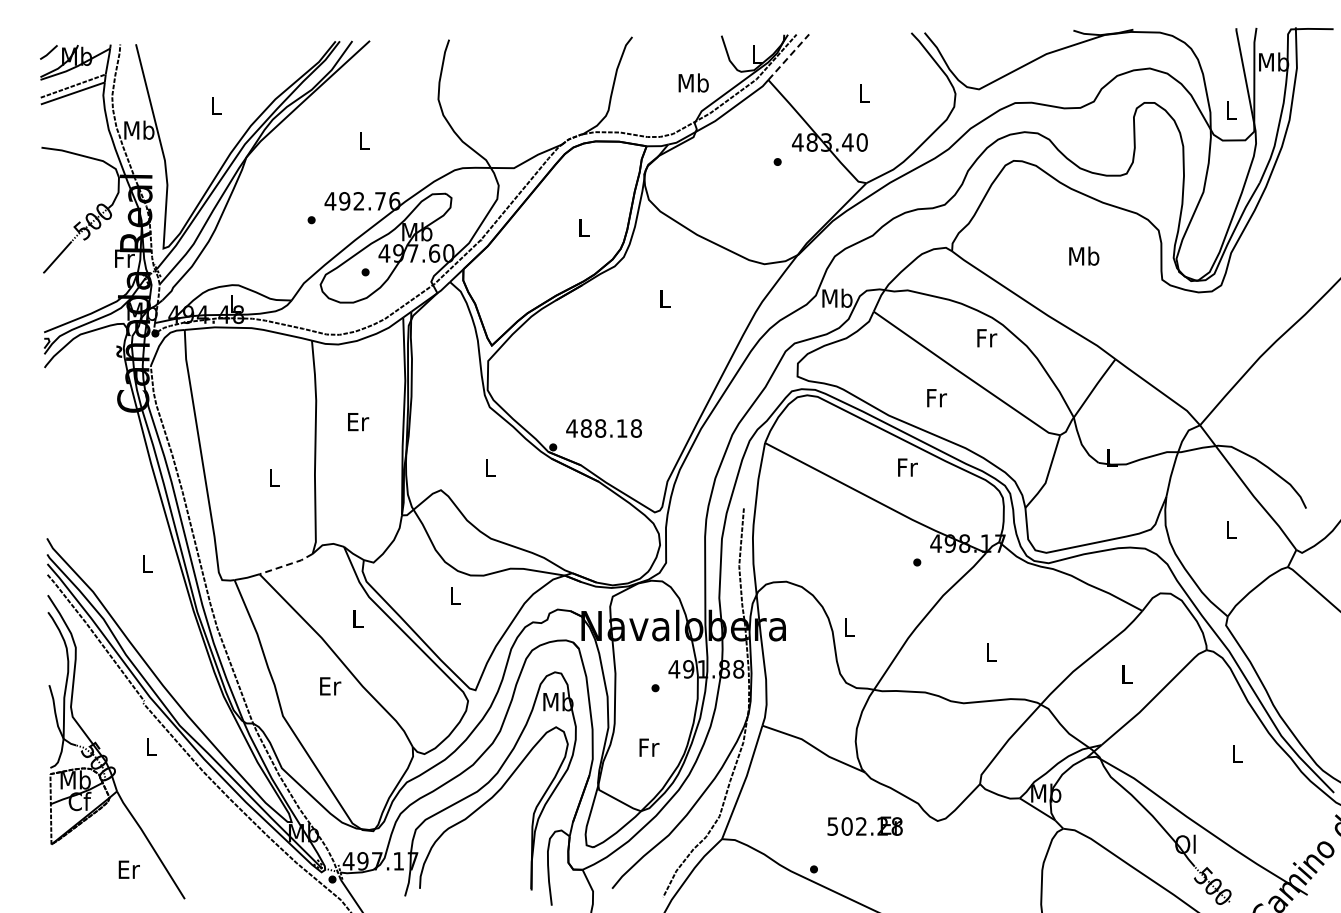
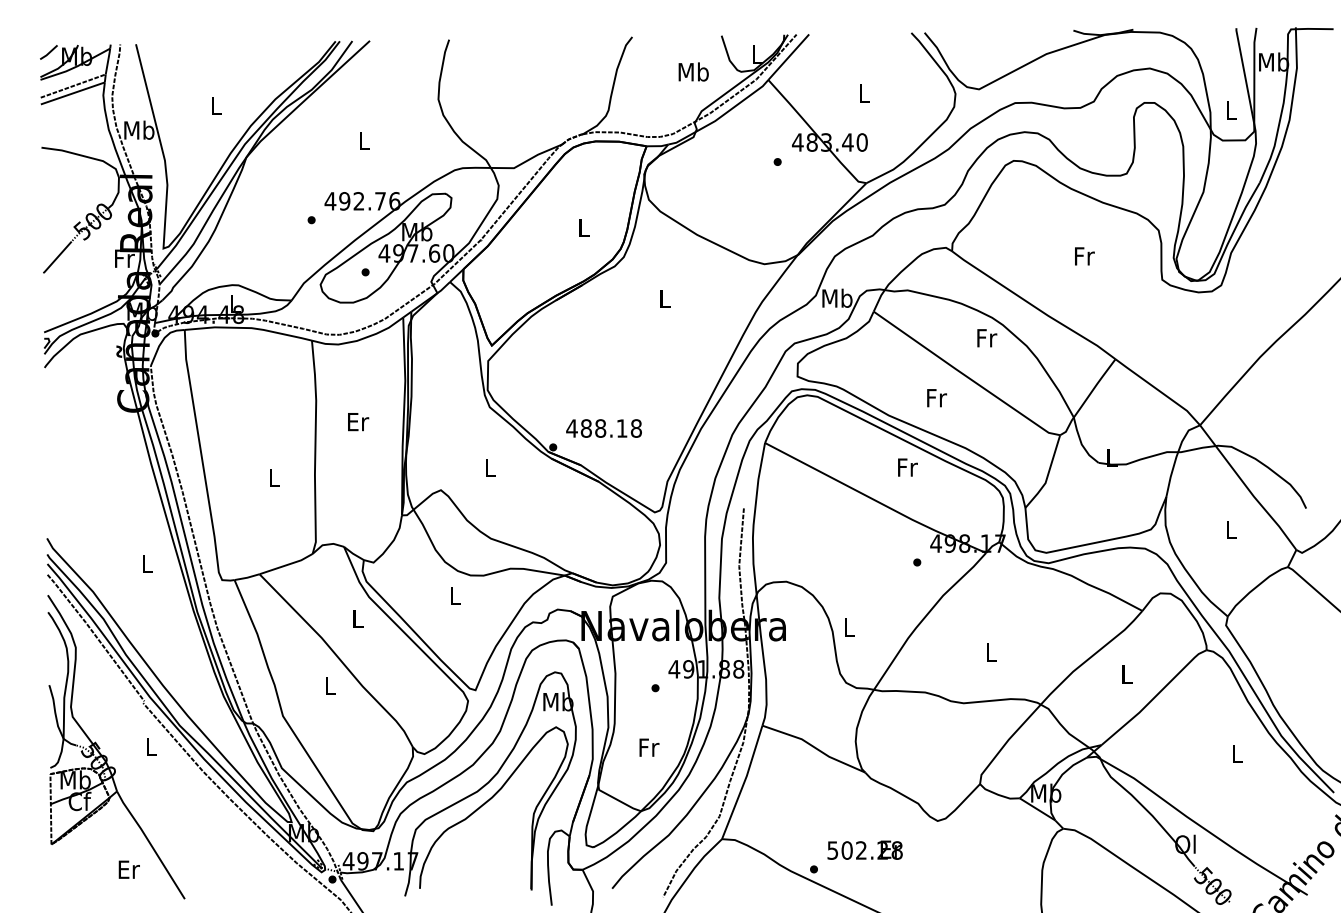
line at (788, 57): dashed -> solid
text at (693, 82) position: (693, 82) -> (693, 71)
text at (1084, 255): Mb -> Fr
line at (287, 564): dashed -> solid
text at (330, 686): Er -> L
text at (864, 825) position: (864, 825) -> (864, 849)
